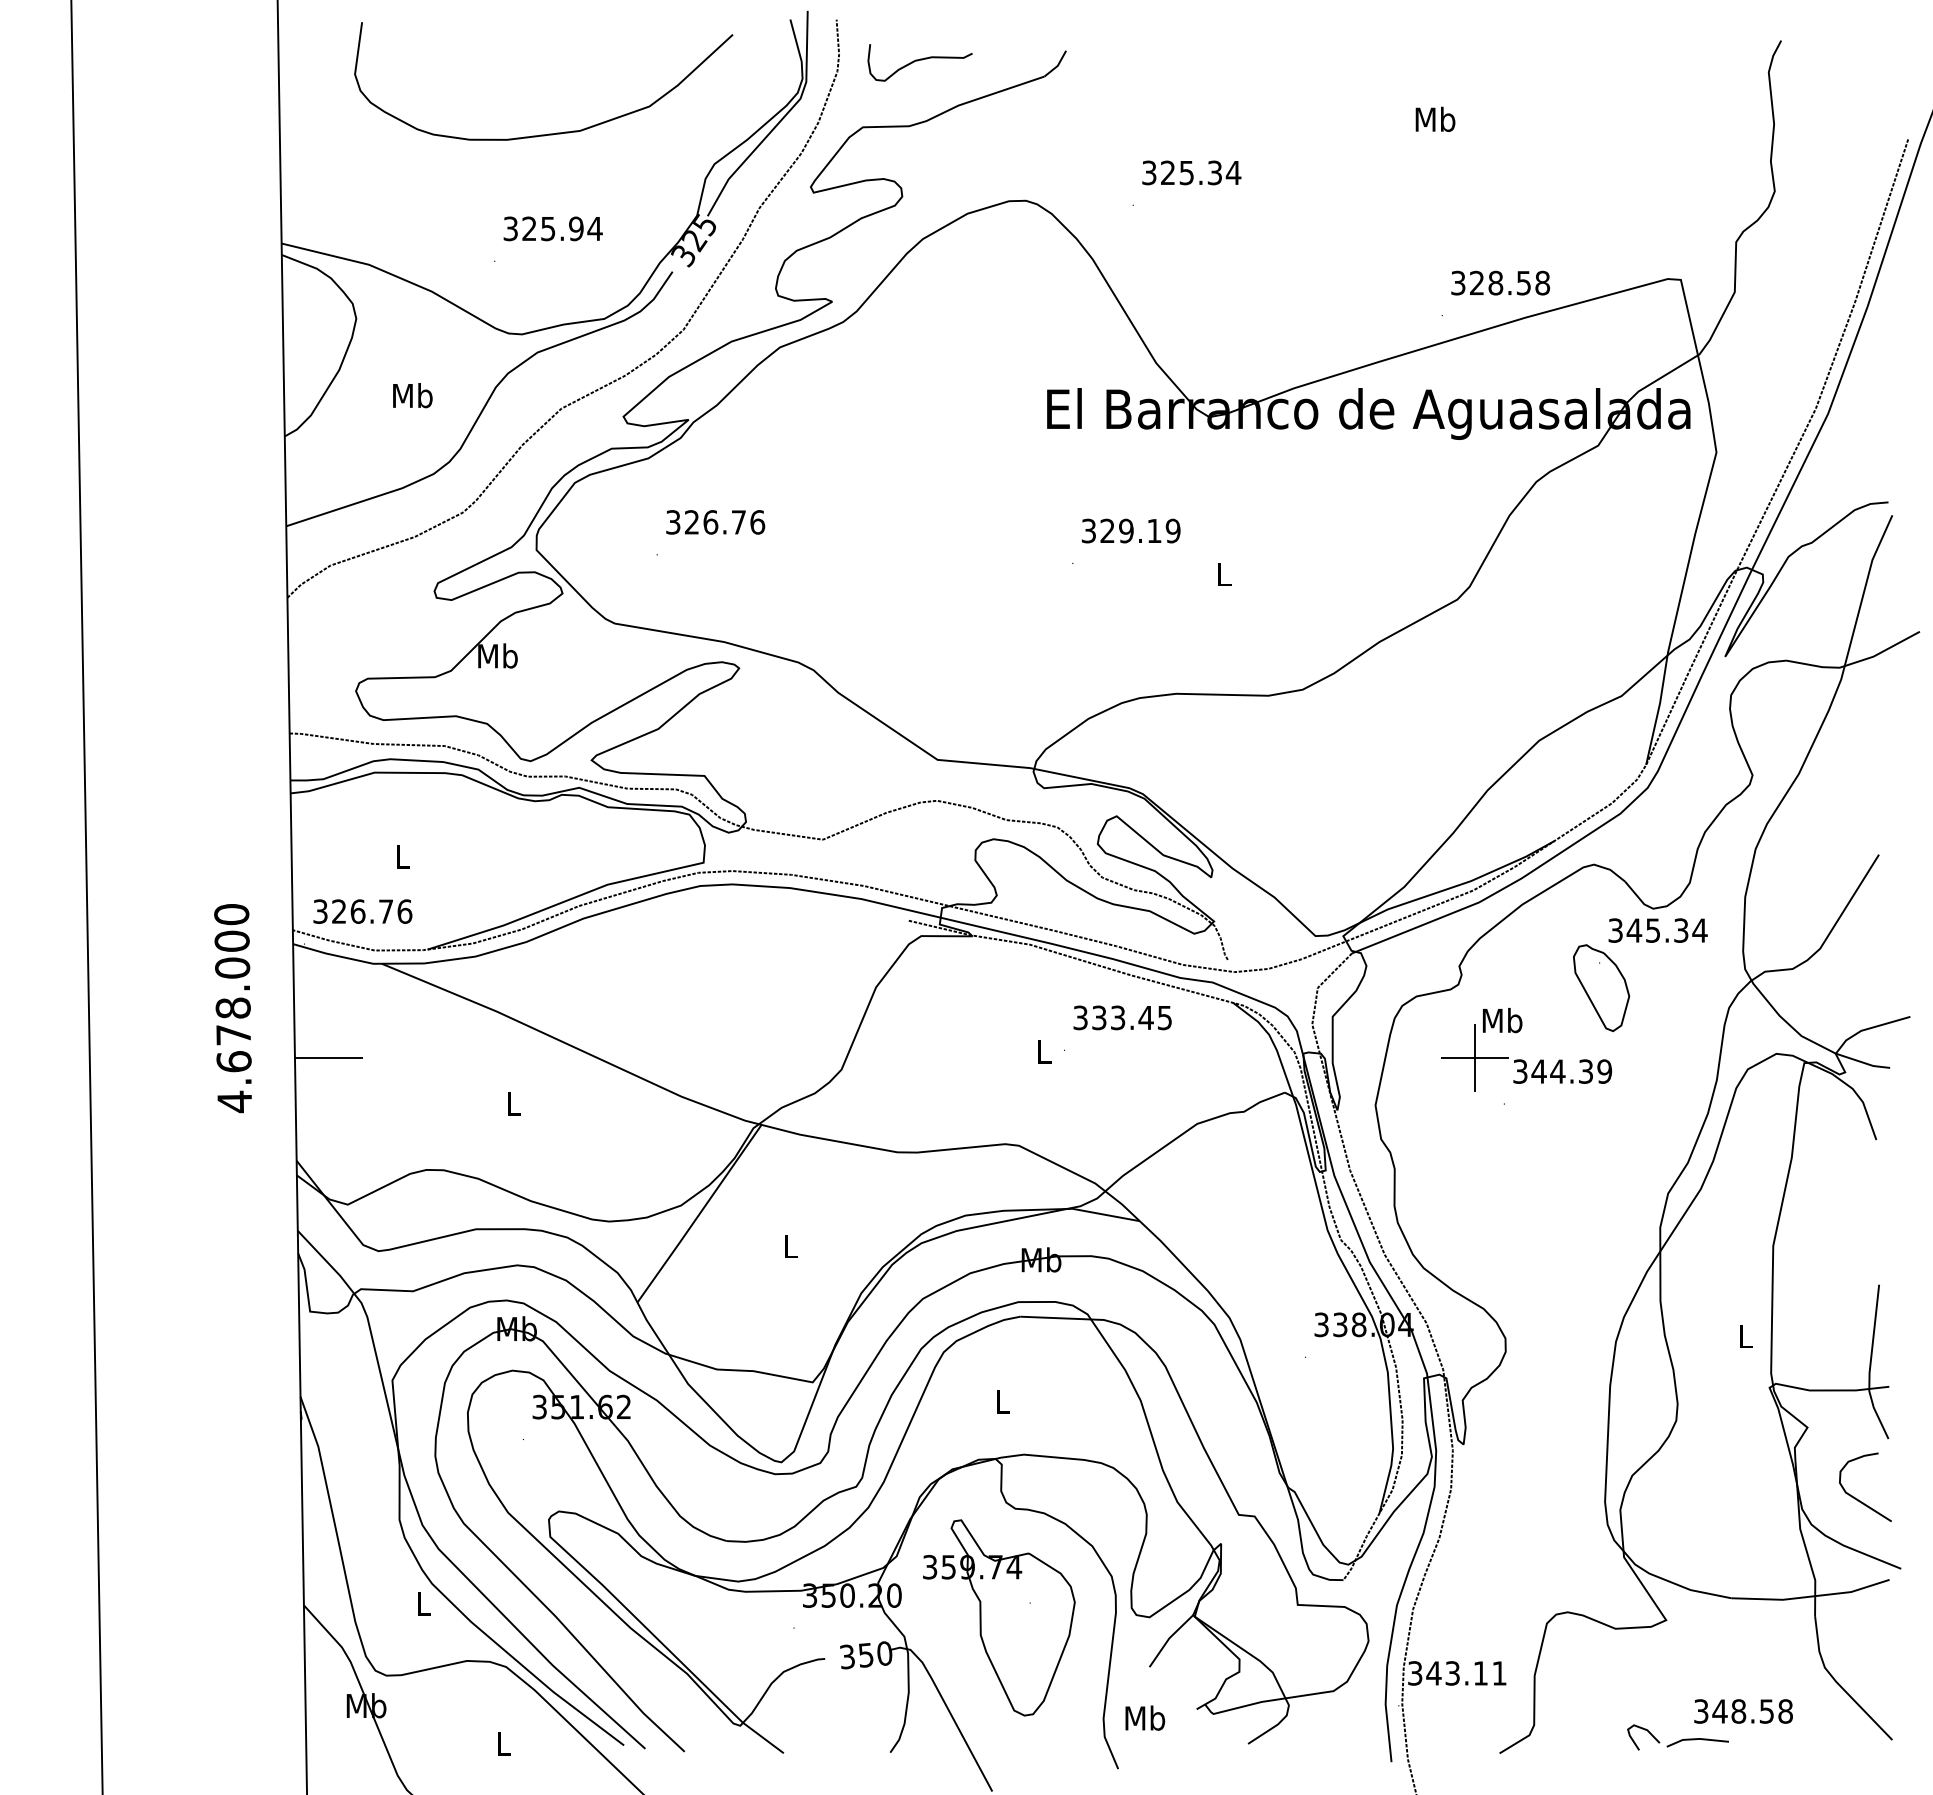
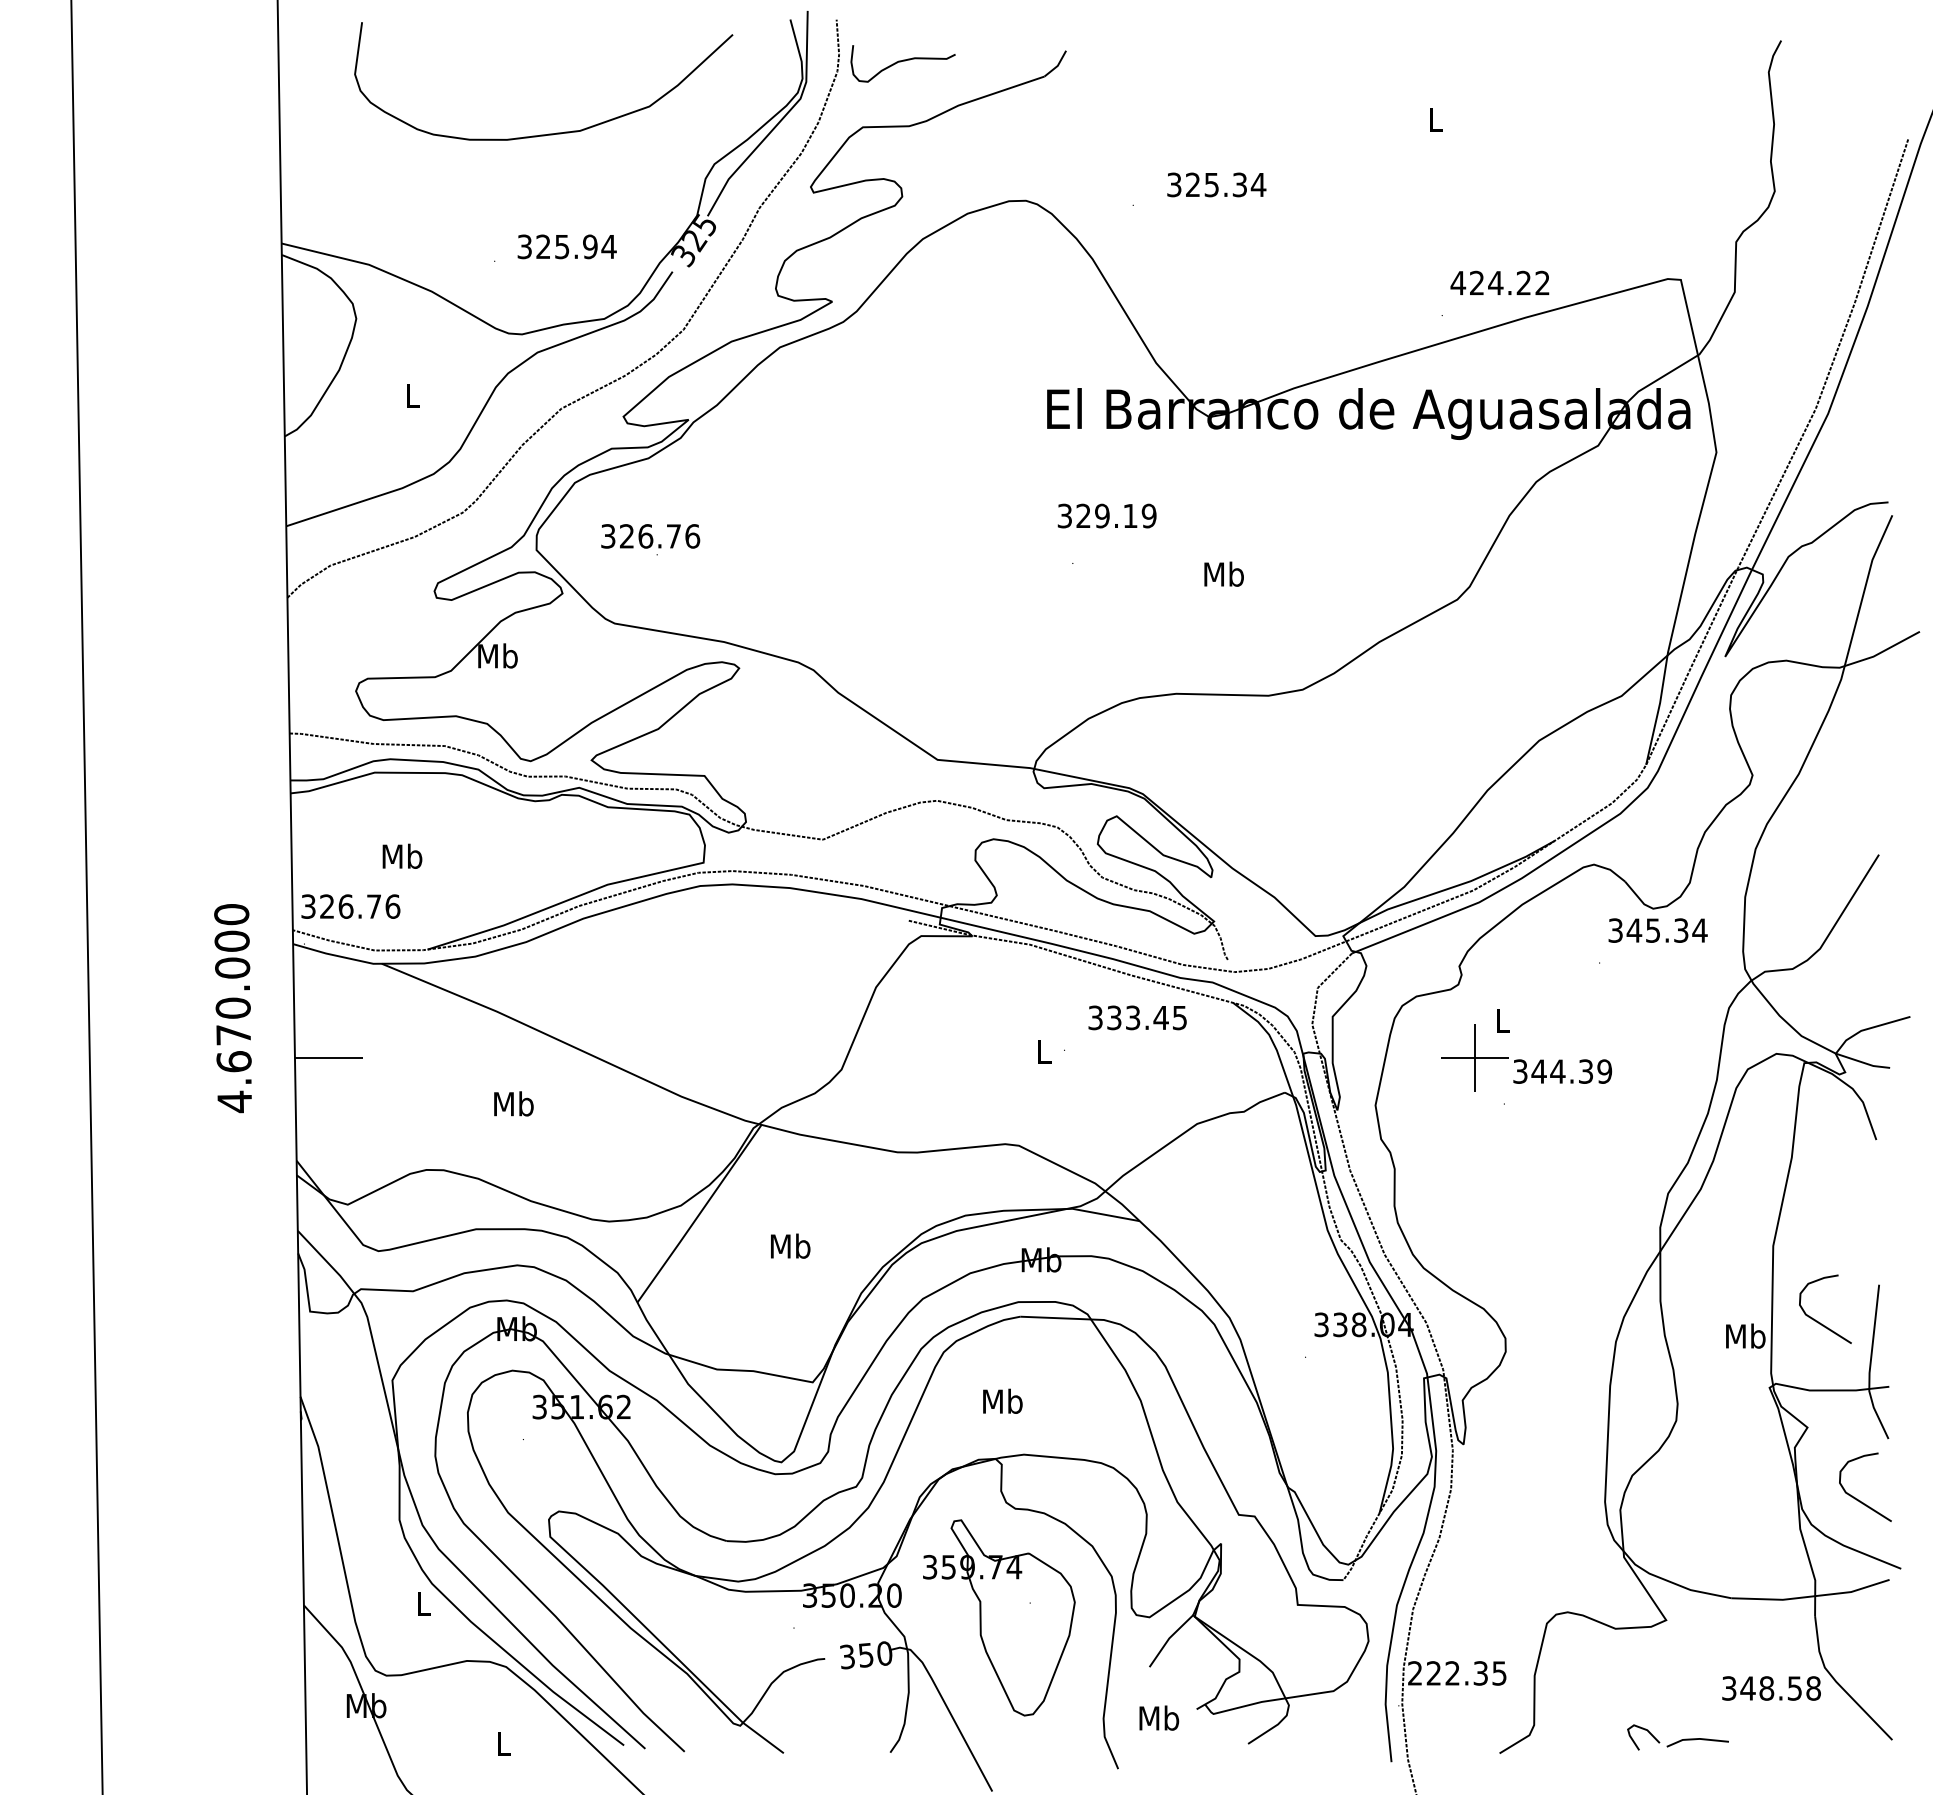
curve at (919, 60) position: (919, 60) -> (902, 61)
text at (1435, 118): Mb -> L
text at (1191, 172) position: (1191, 172) -> (1216, 184)
text at (552, 228) position: (552, 228) -> (566, 246)
text at (1500, 282): 328.58 -> 424.22
text at (412, 395): Mb -> L
text at (715, 522) position: (715, 522) -> (650, 536)
text at (1130, 530) position: (1130, 530) -> (1106, 515)
text at (1223, 573): L -> Mb
text at (402, 855): L -> Mb
text at (362, 911) position: (362, 911) -> (350, 906)
part at (1601, 988): present -> none
text at (232, 1007): 4.678.000 -> 4.670.000
text at (1122, 1017) position: (1122, 1017) -> (1137, 1017)
text at (1502, 1020): Mb -> L
text at (513, 1103): L -> Mb
text at (790, 1245): L -> Mb
curve at (1817, 1320): none -> present
text at (1745, 1335): L -> Mb
text at (1002, 1400): L -> Mb
text at (1457, 1673): 343.11 -> 222.35
text at (1743, 1711) position: (1743, 1711) -> (1771, 1688)
text at (1145, 1717) position: (1145, 1717) -> (1159, 1717)
